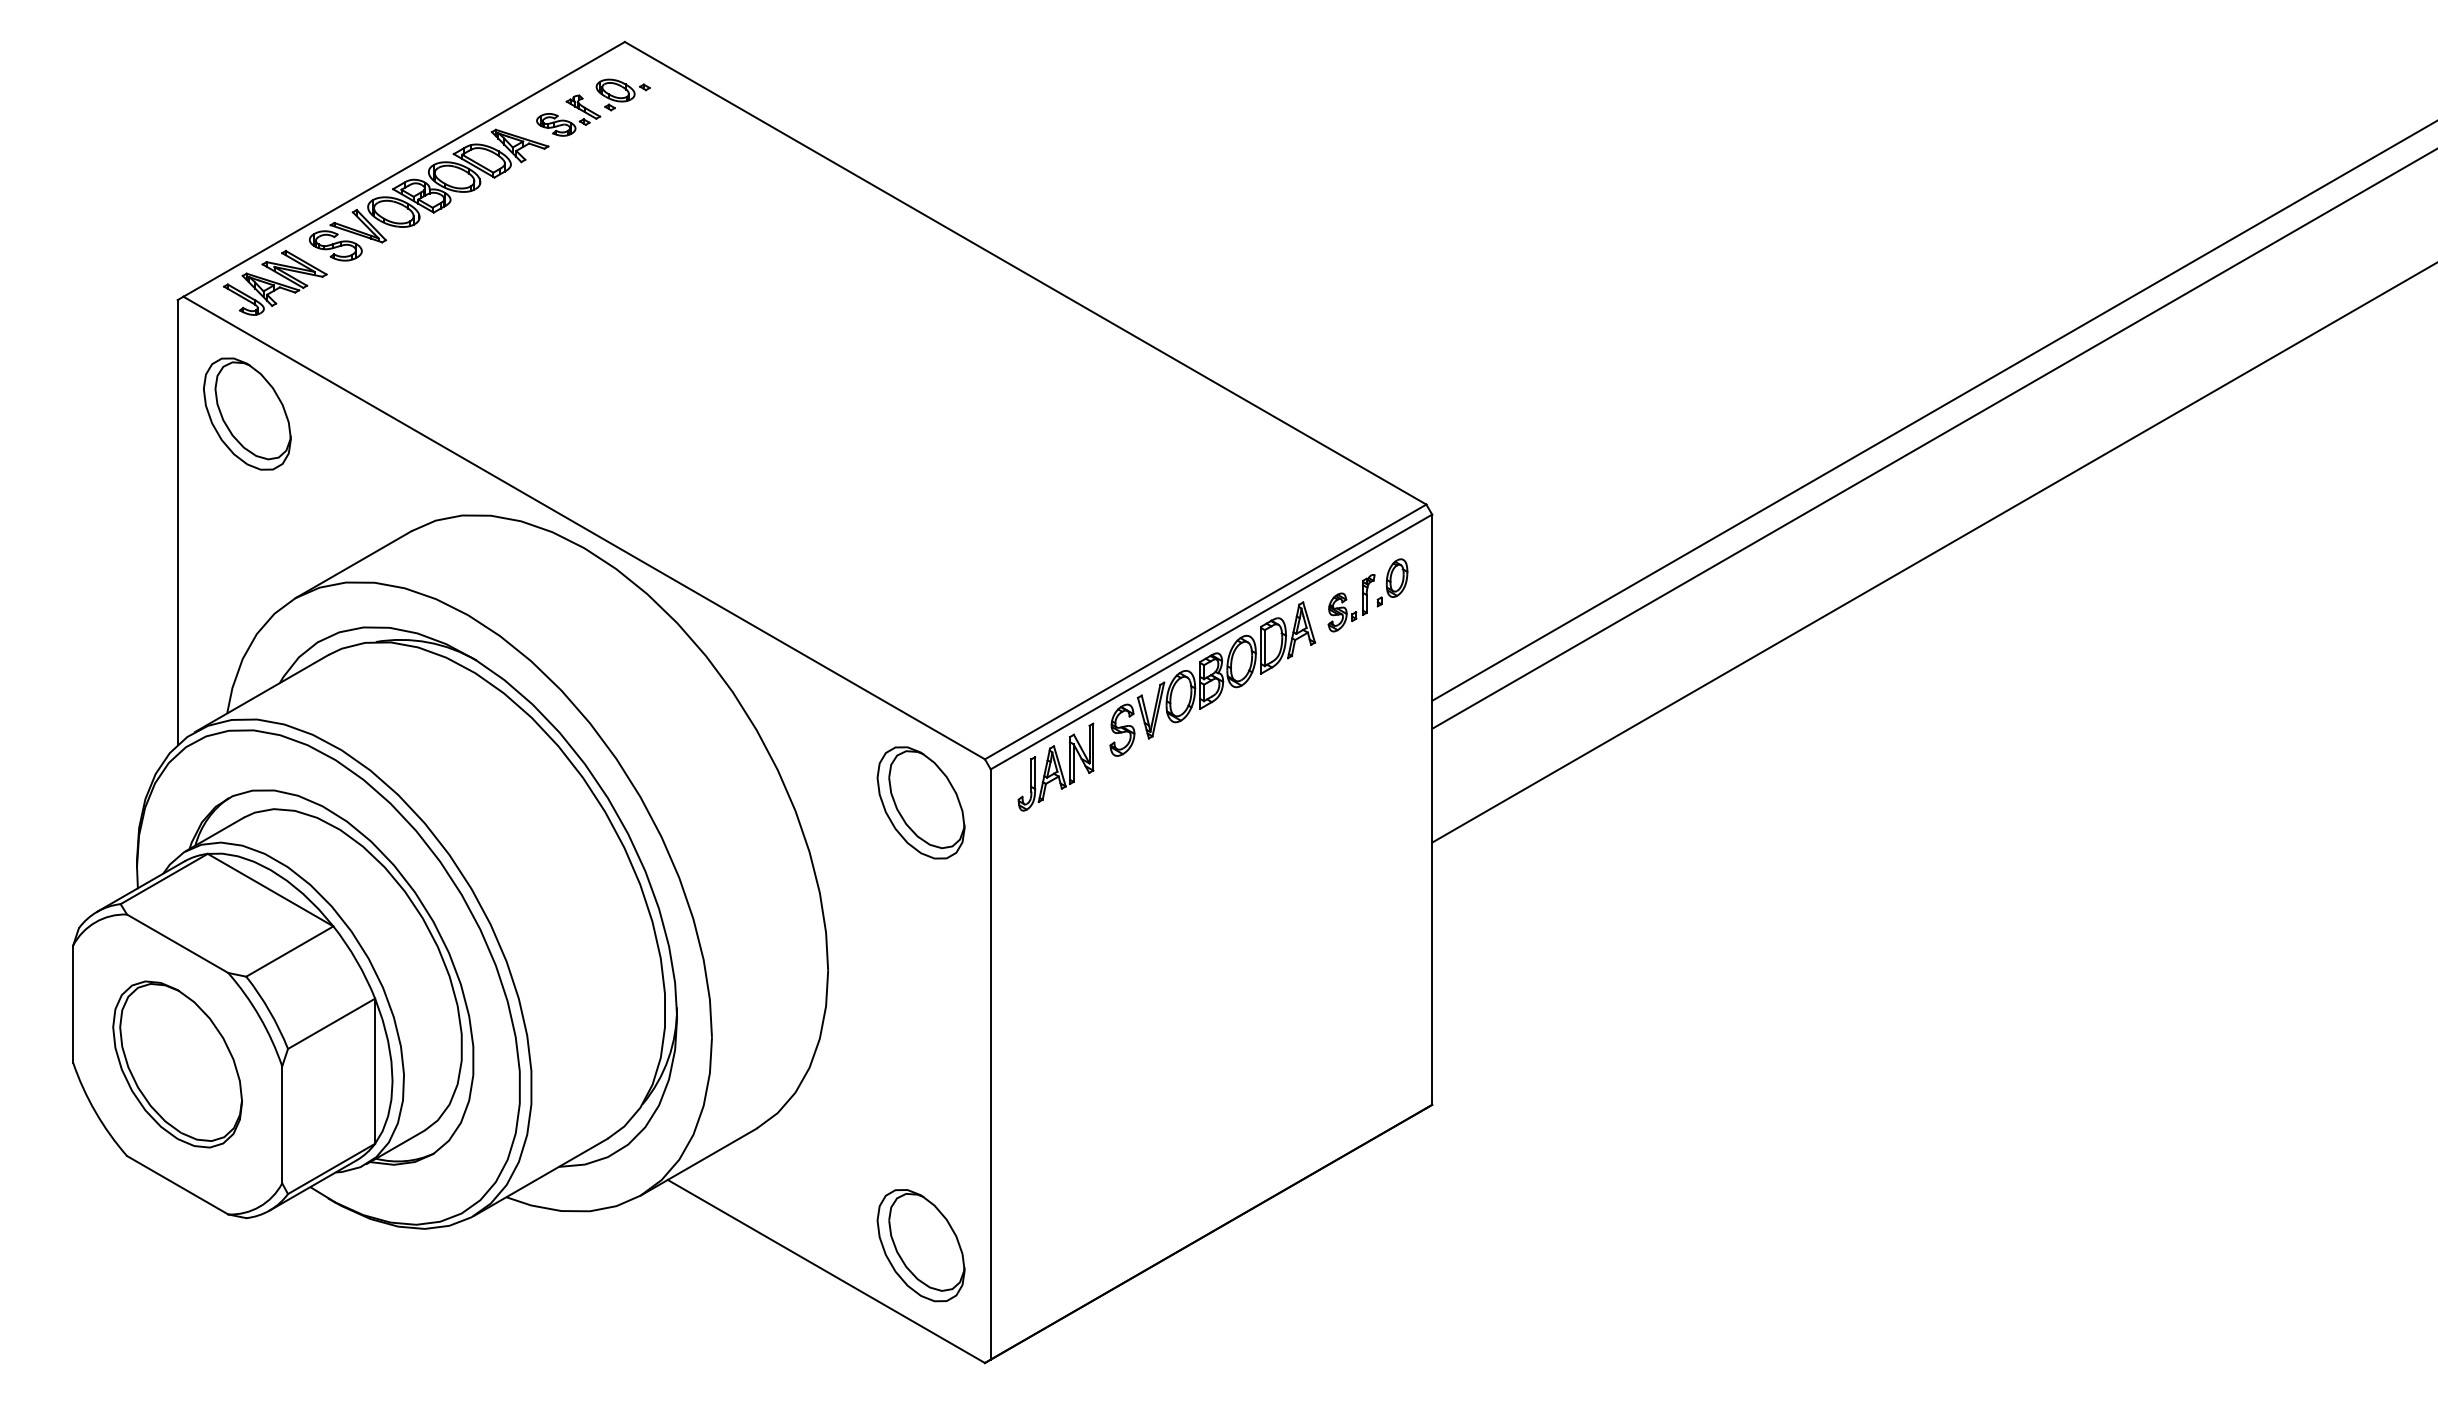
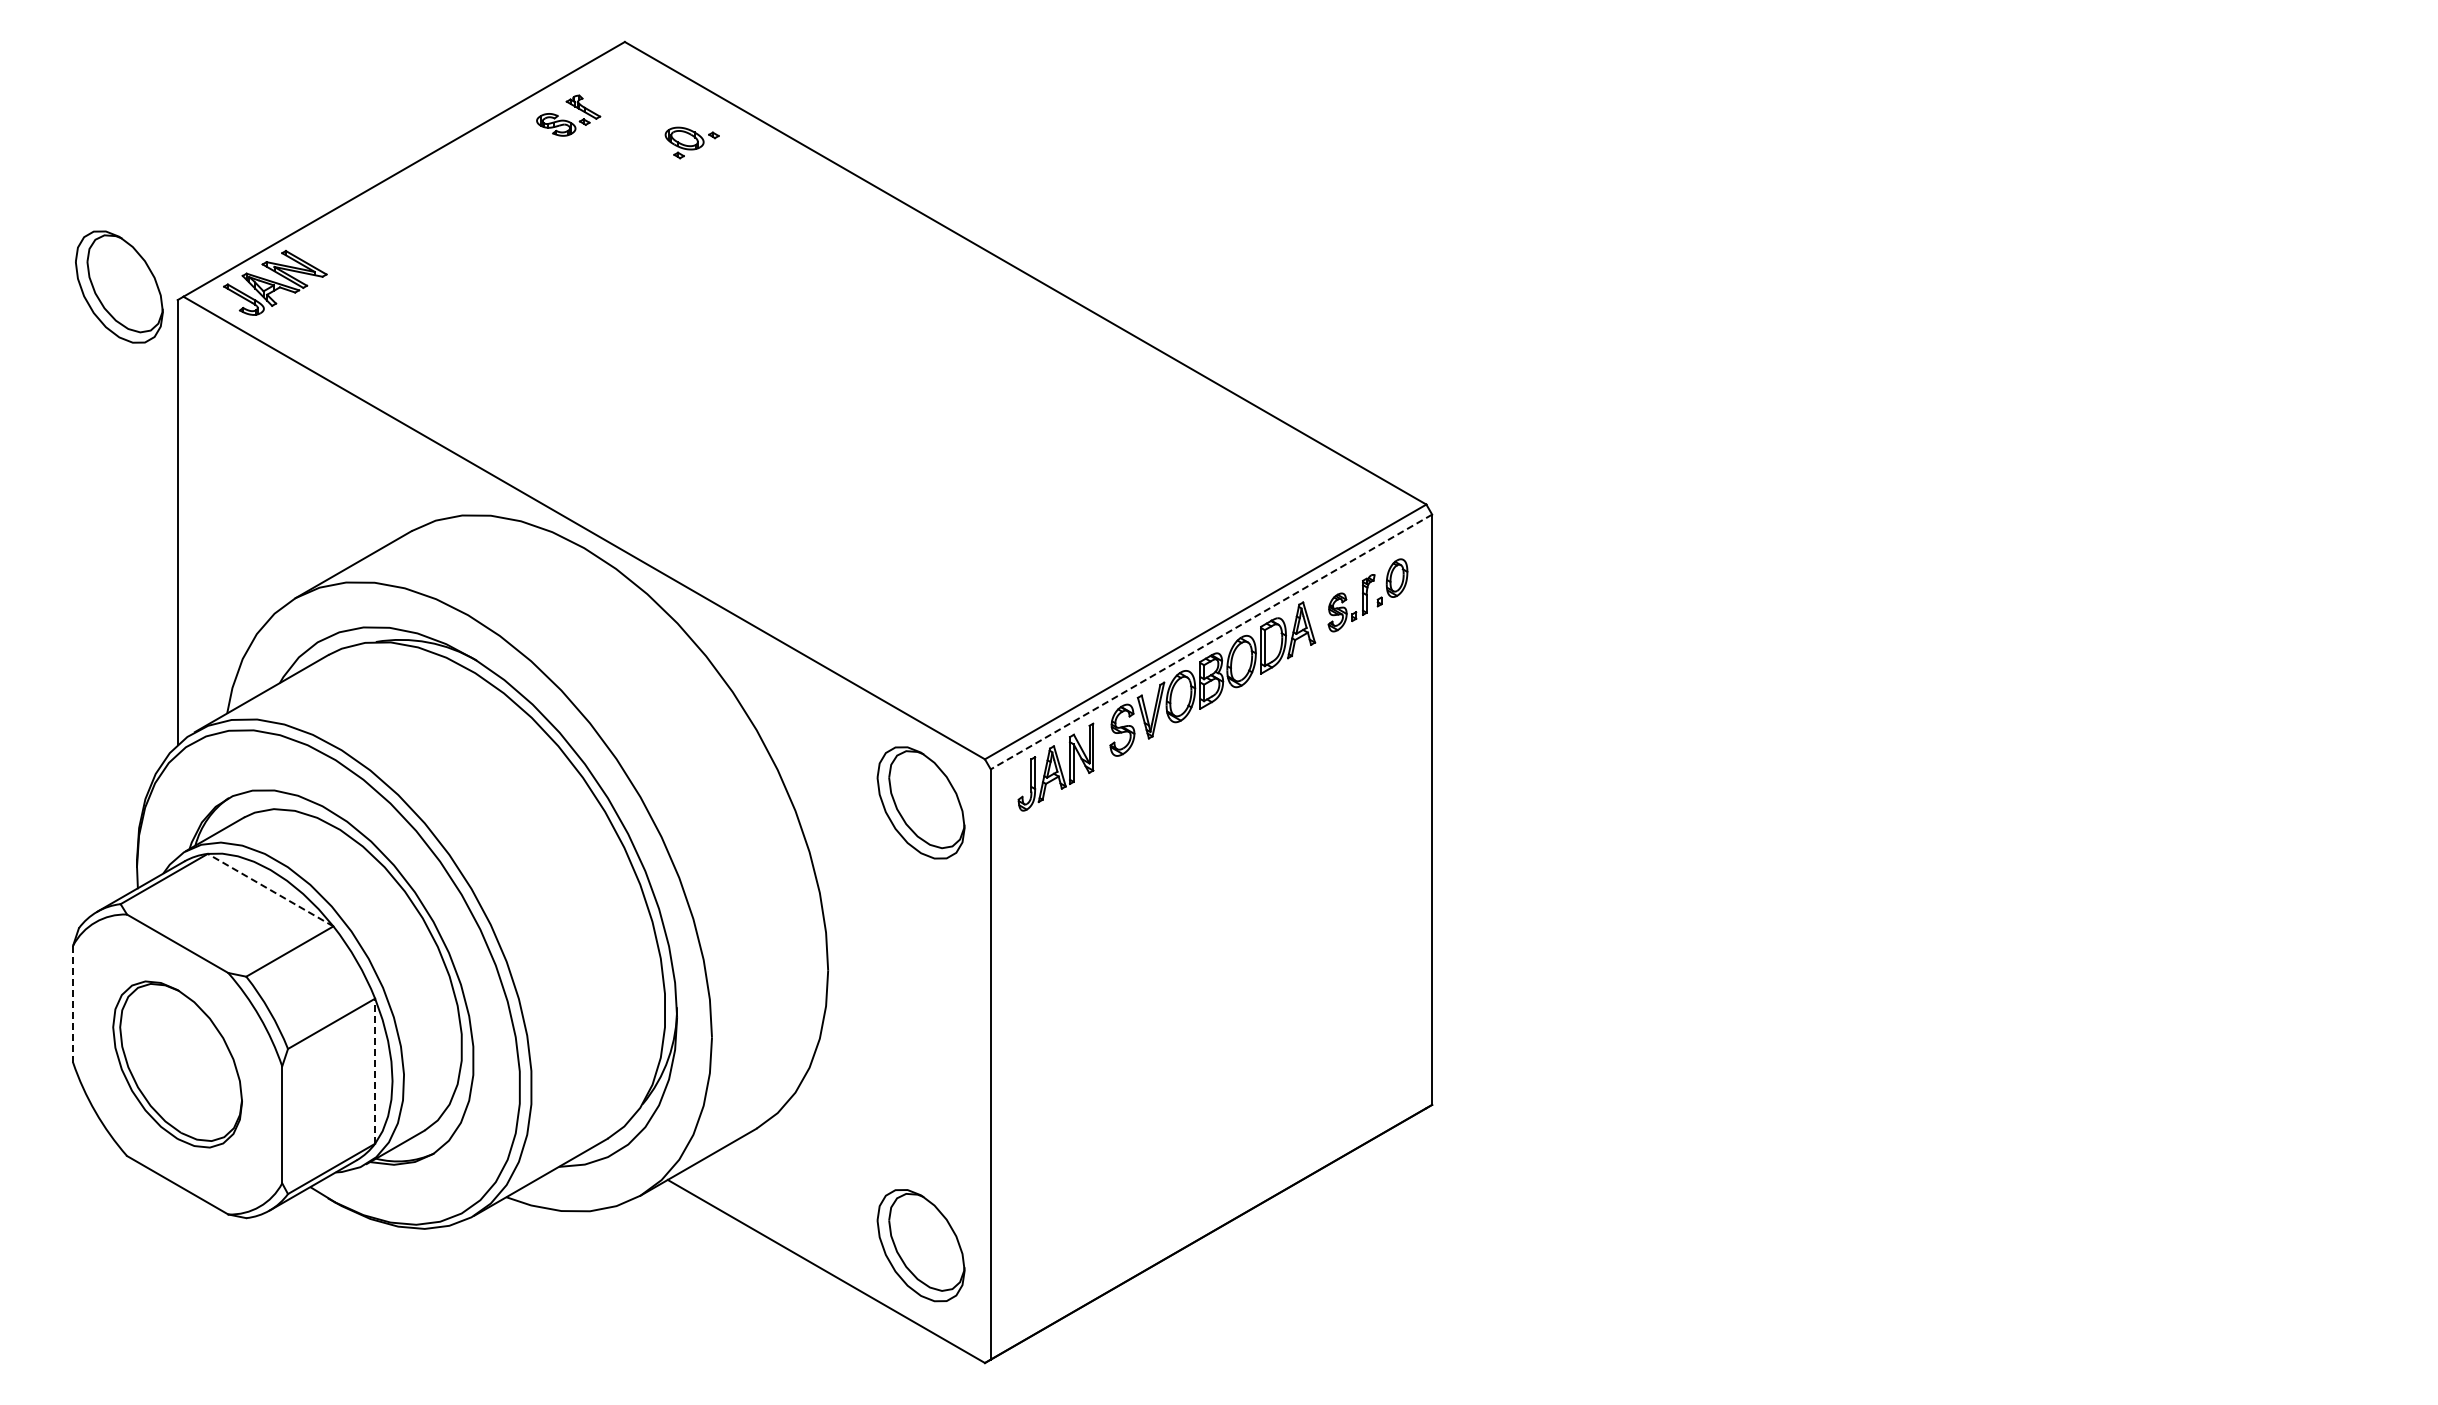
part at (622, 94) position: (622, 94) -> (691, 142)
part at (428, 194): present -> none
line at (1933, 411): present -> none
part at (247, 413) position: (247, 413) -> (119, 286)
line at (1933, 439): present -> none
line at (1933, 553): present -> none
line at (1211, 642): solid -> dashed
line at (270, 890): solid -> dashed
line at (73, 1004): solid -> dashed
line at (375, 1071): solid -> dashed
